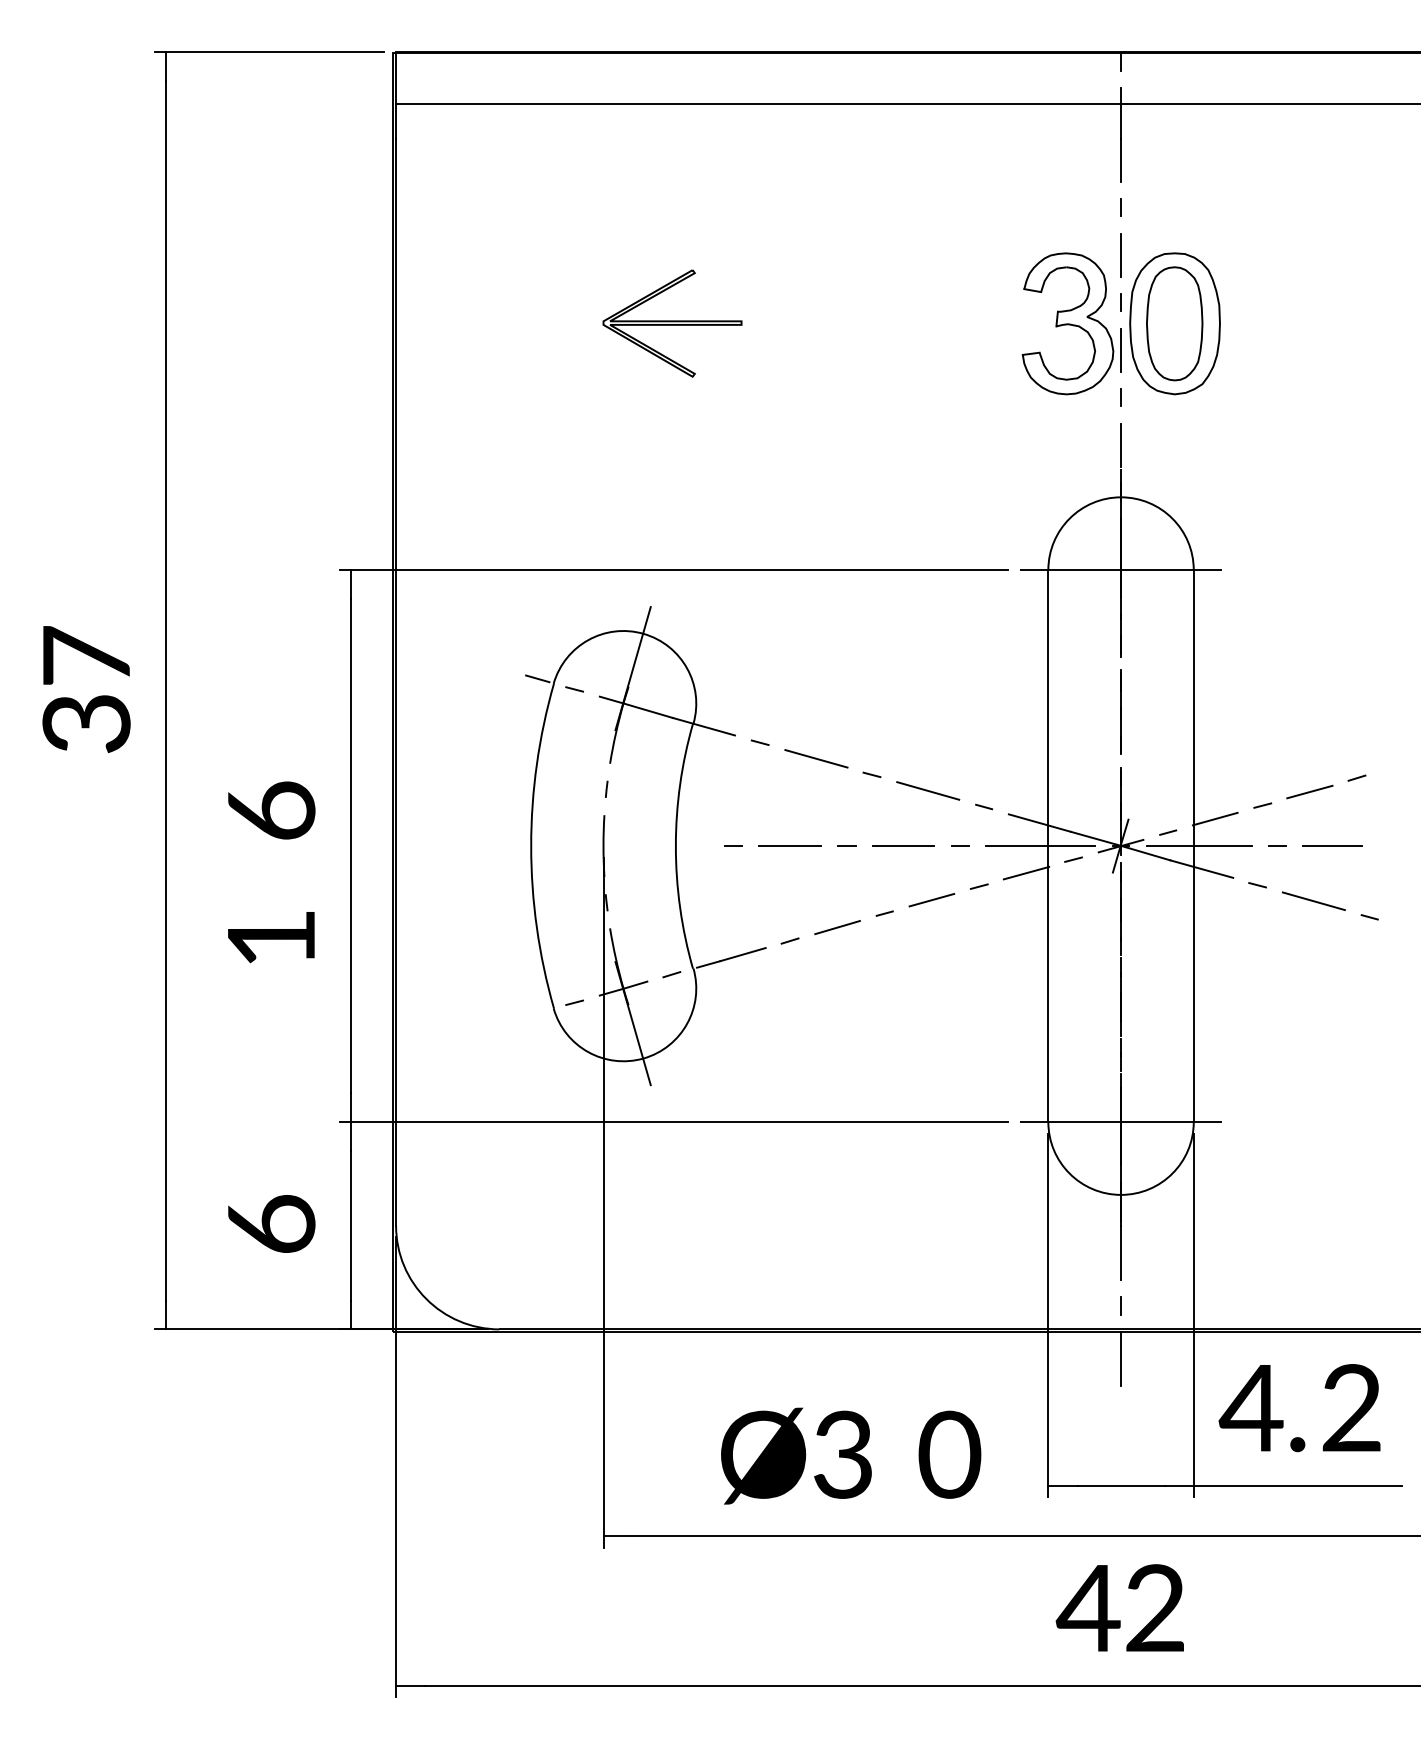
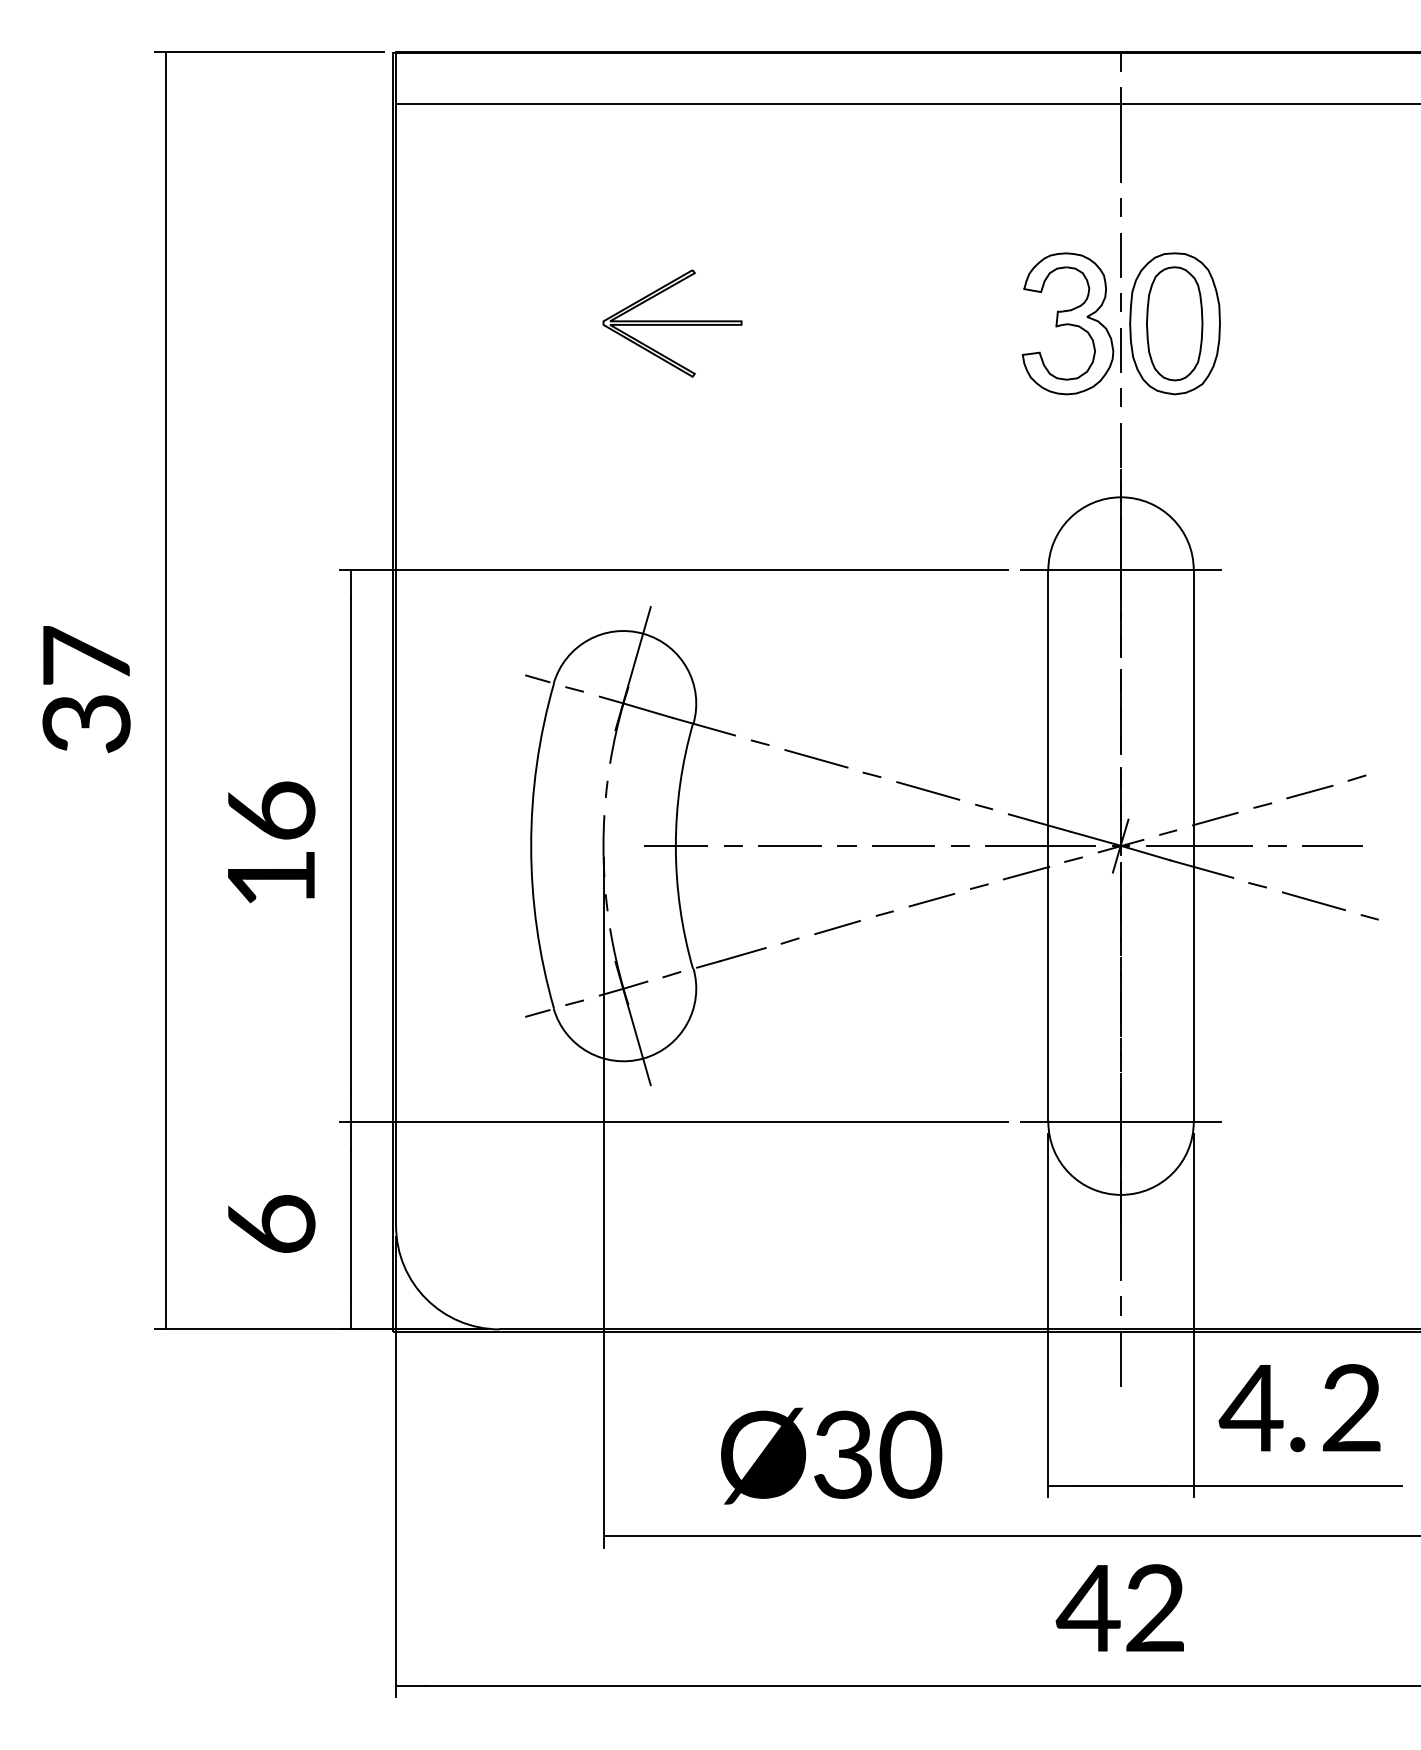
line at (676, 845): none -> present
text at (271, 937) position: (271, 937) -> (271, 877)
line at (537, 1013): none -> present
text at (949, 1454) position: (949, 1454) -> (910, 1454)
